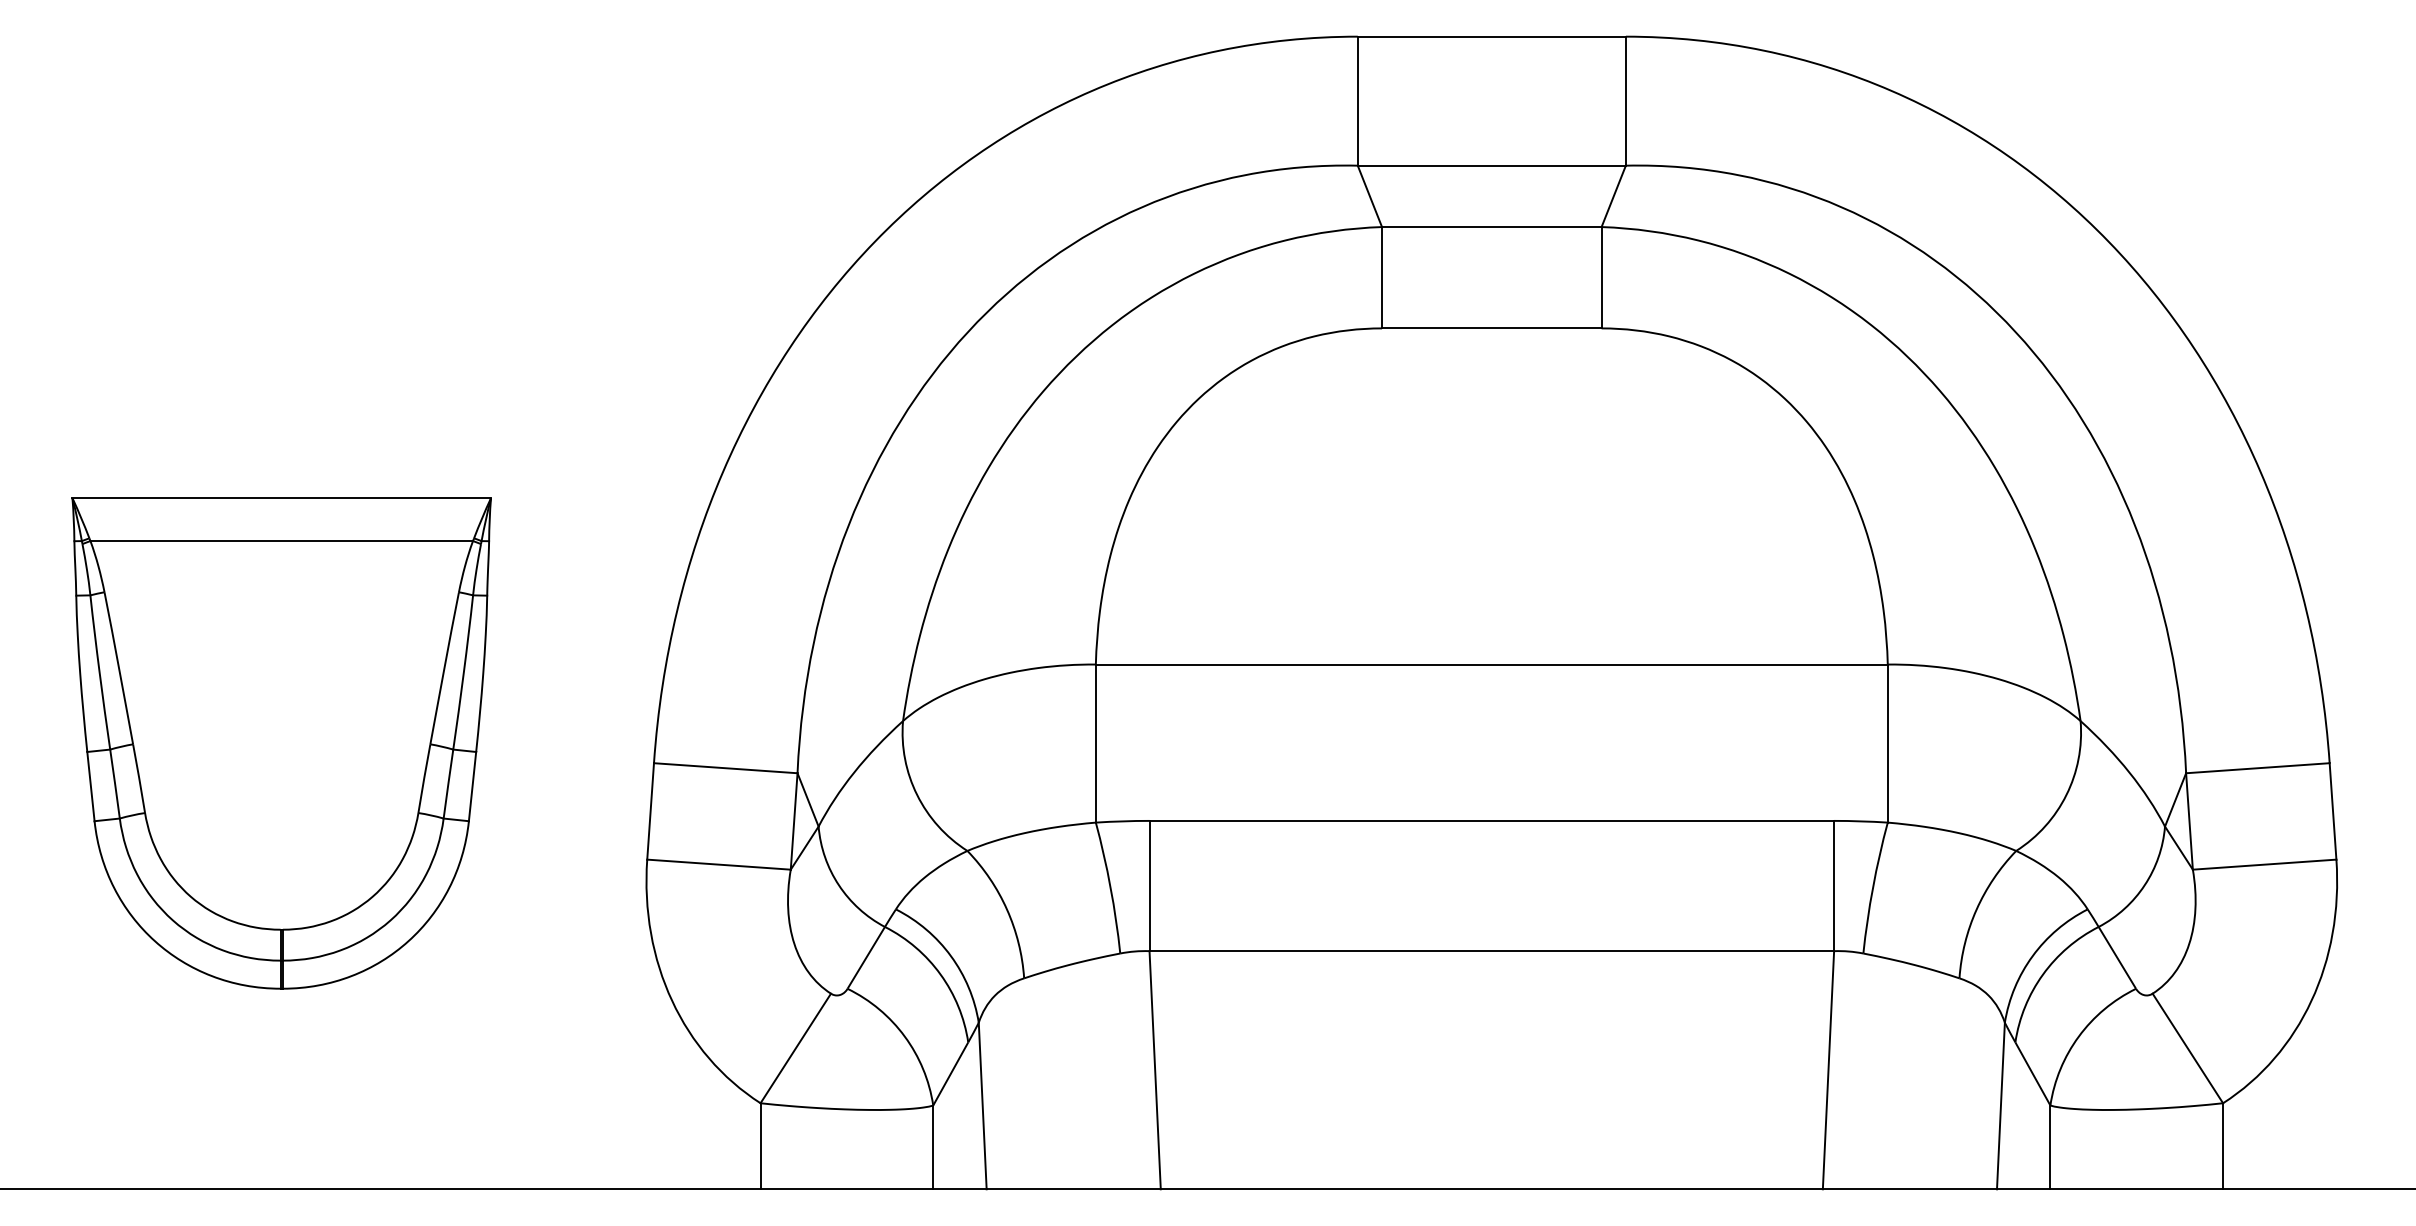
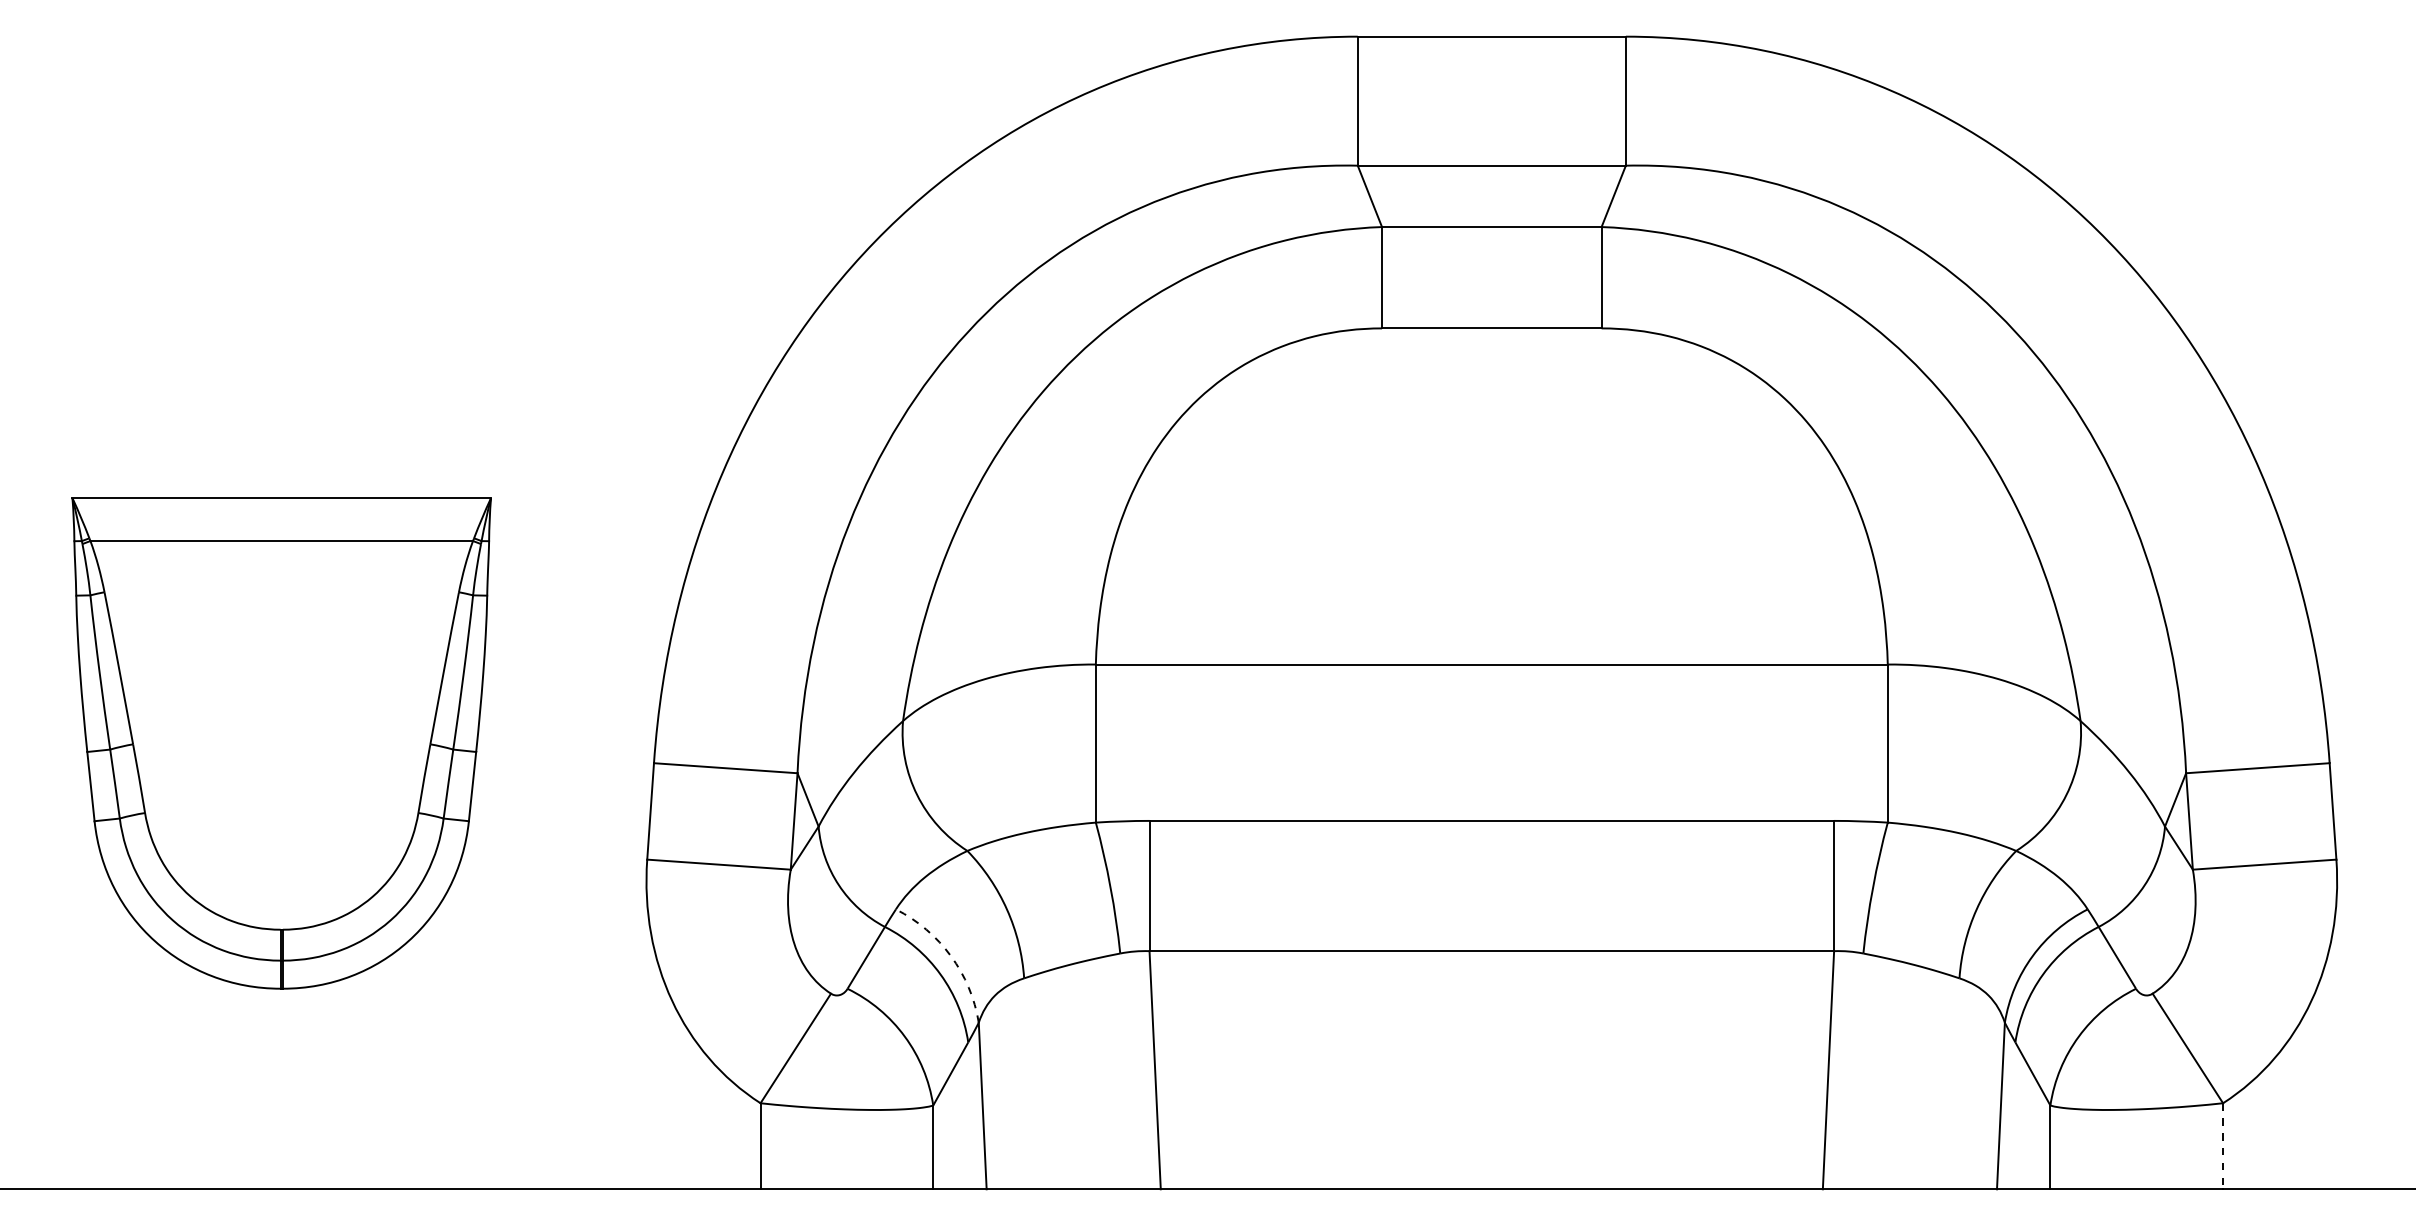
arc at (950, 956): solid -> dashed
line at (2223, 1146): solid -> dashed
